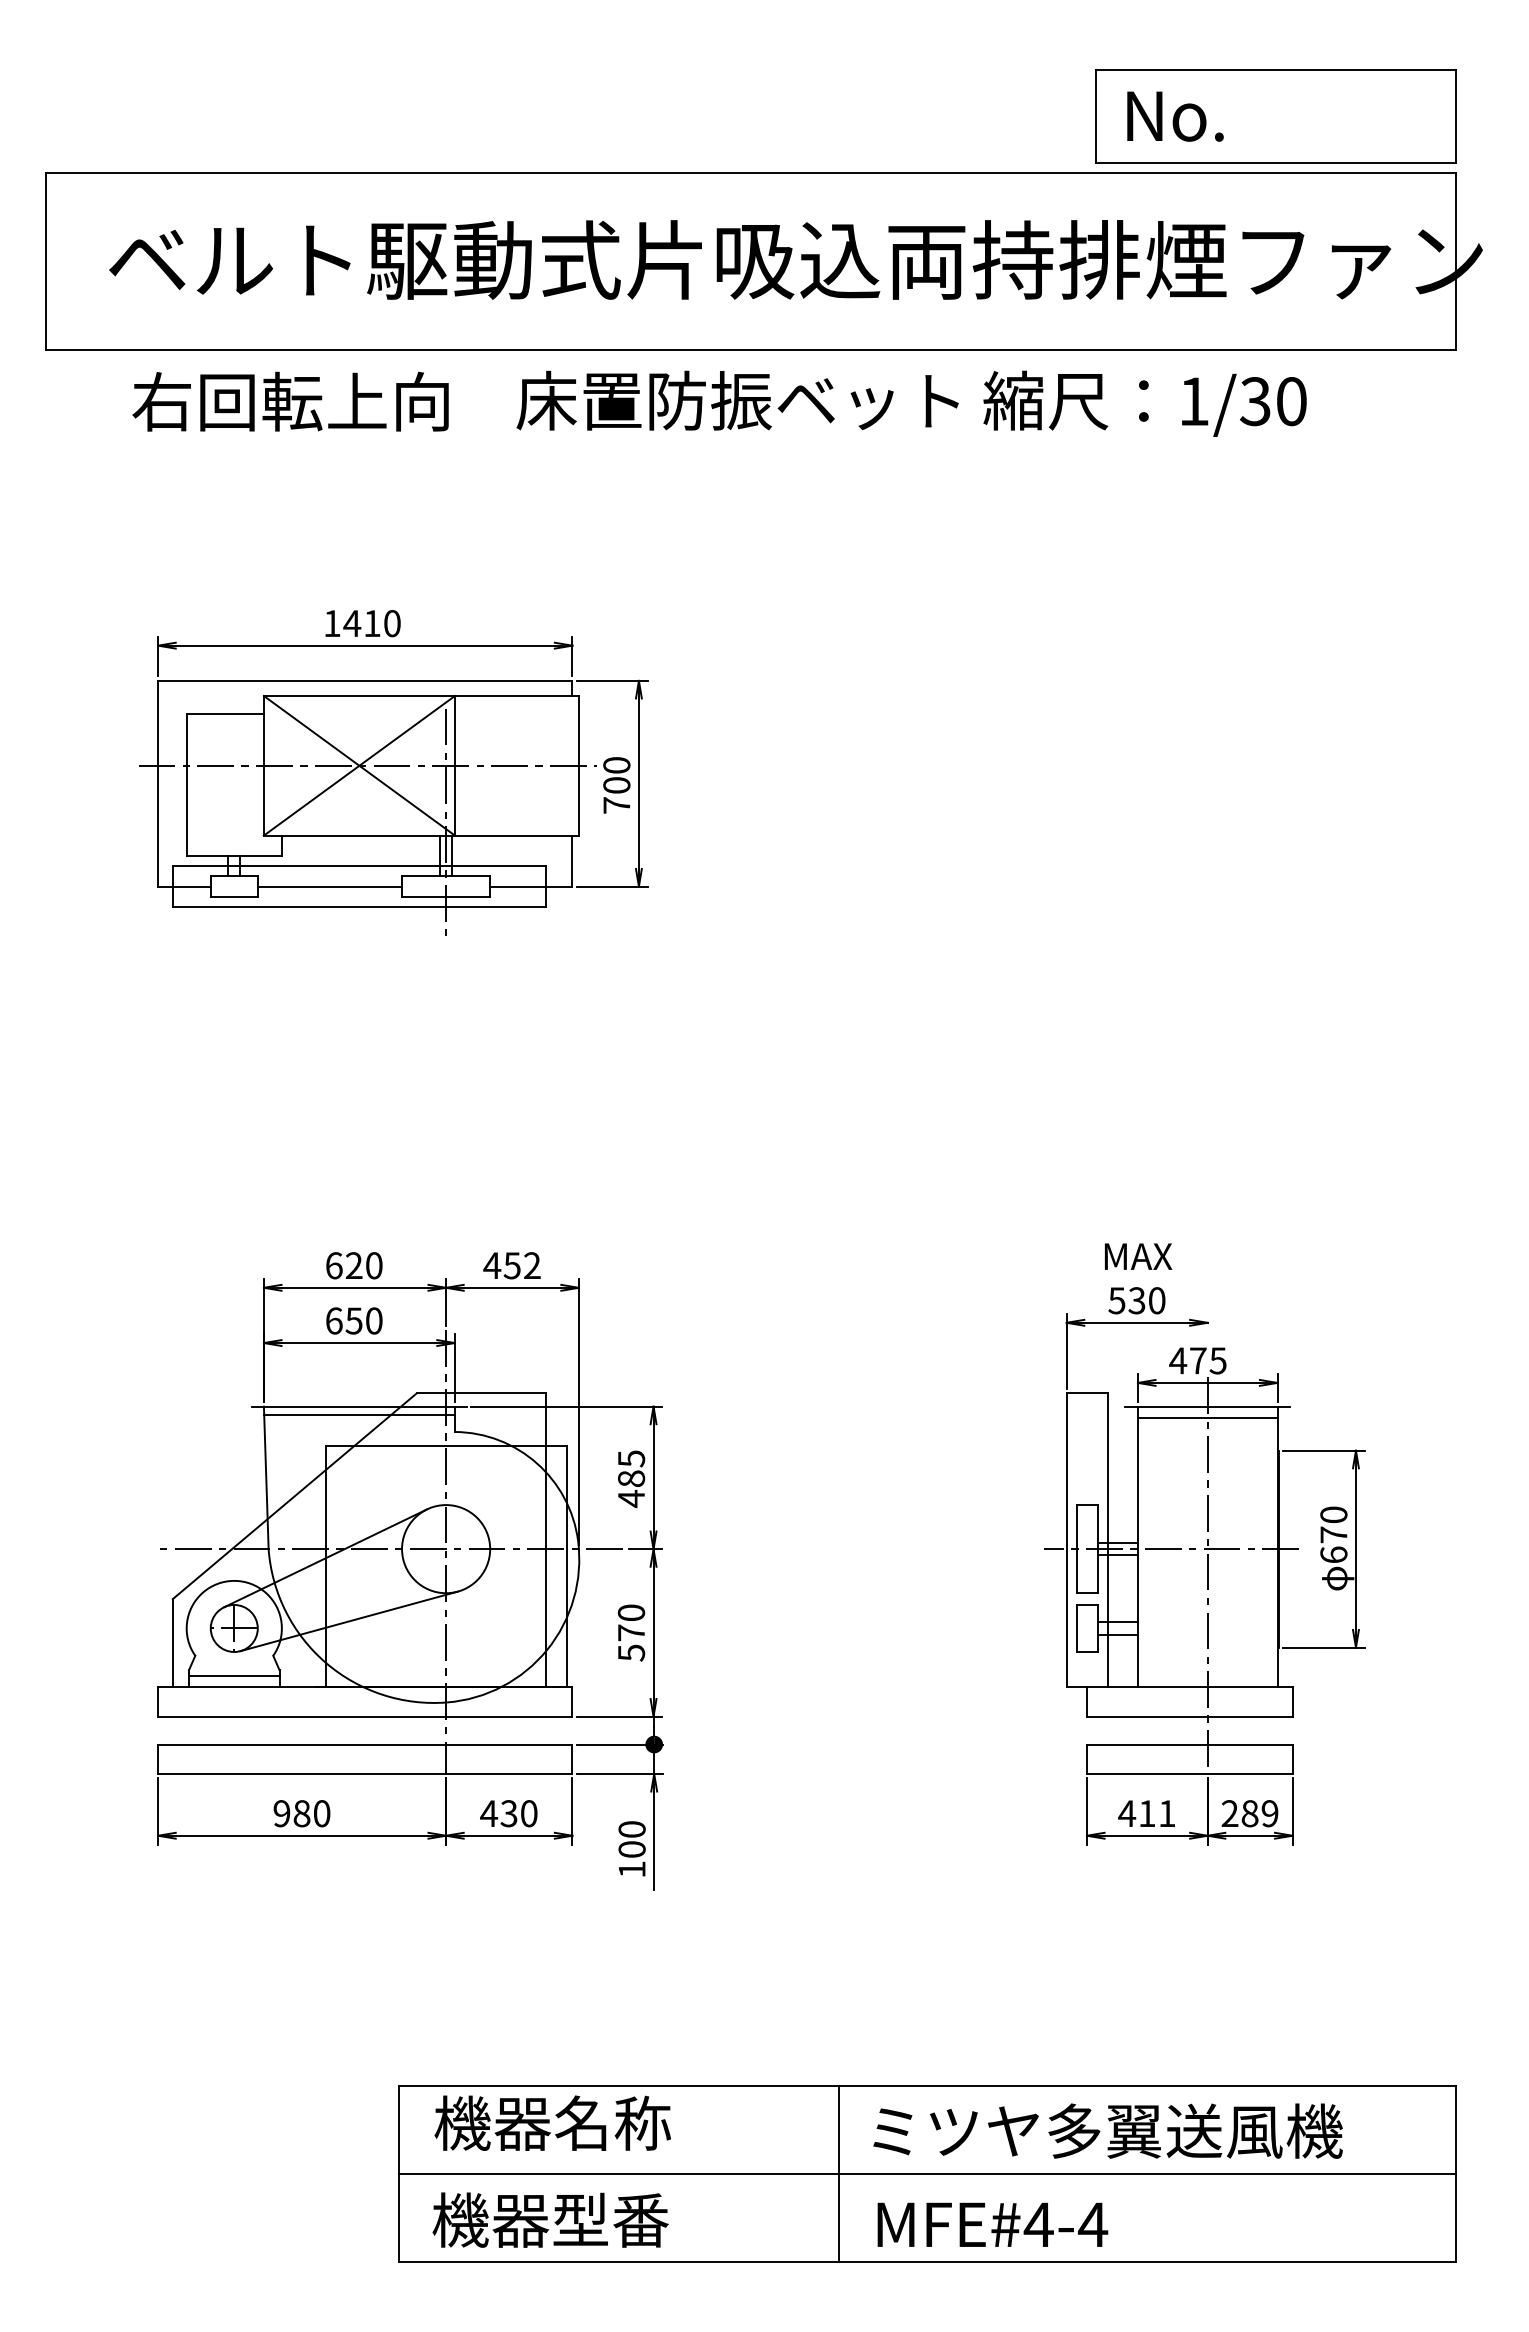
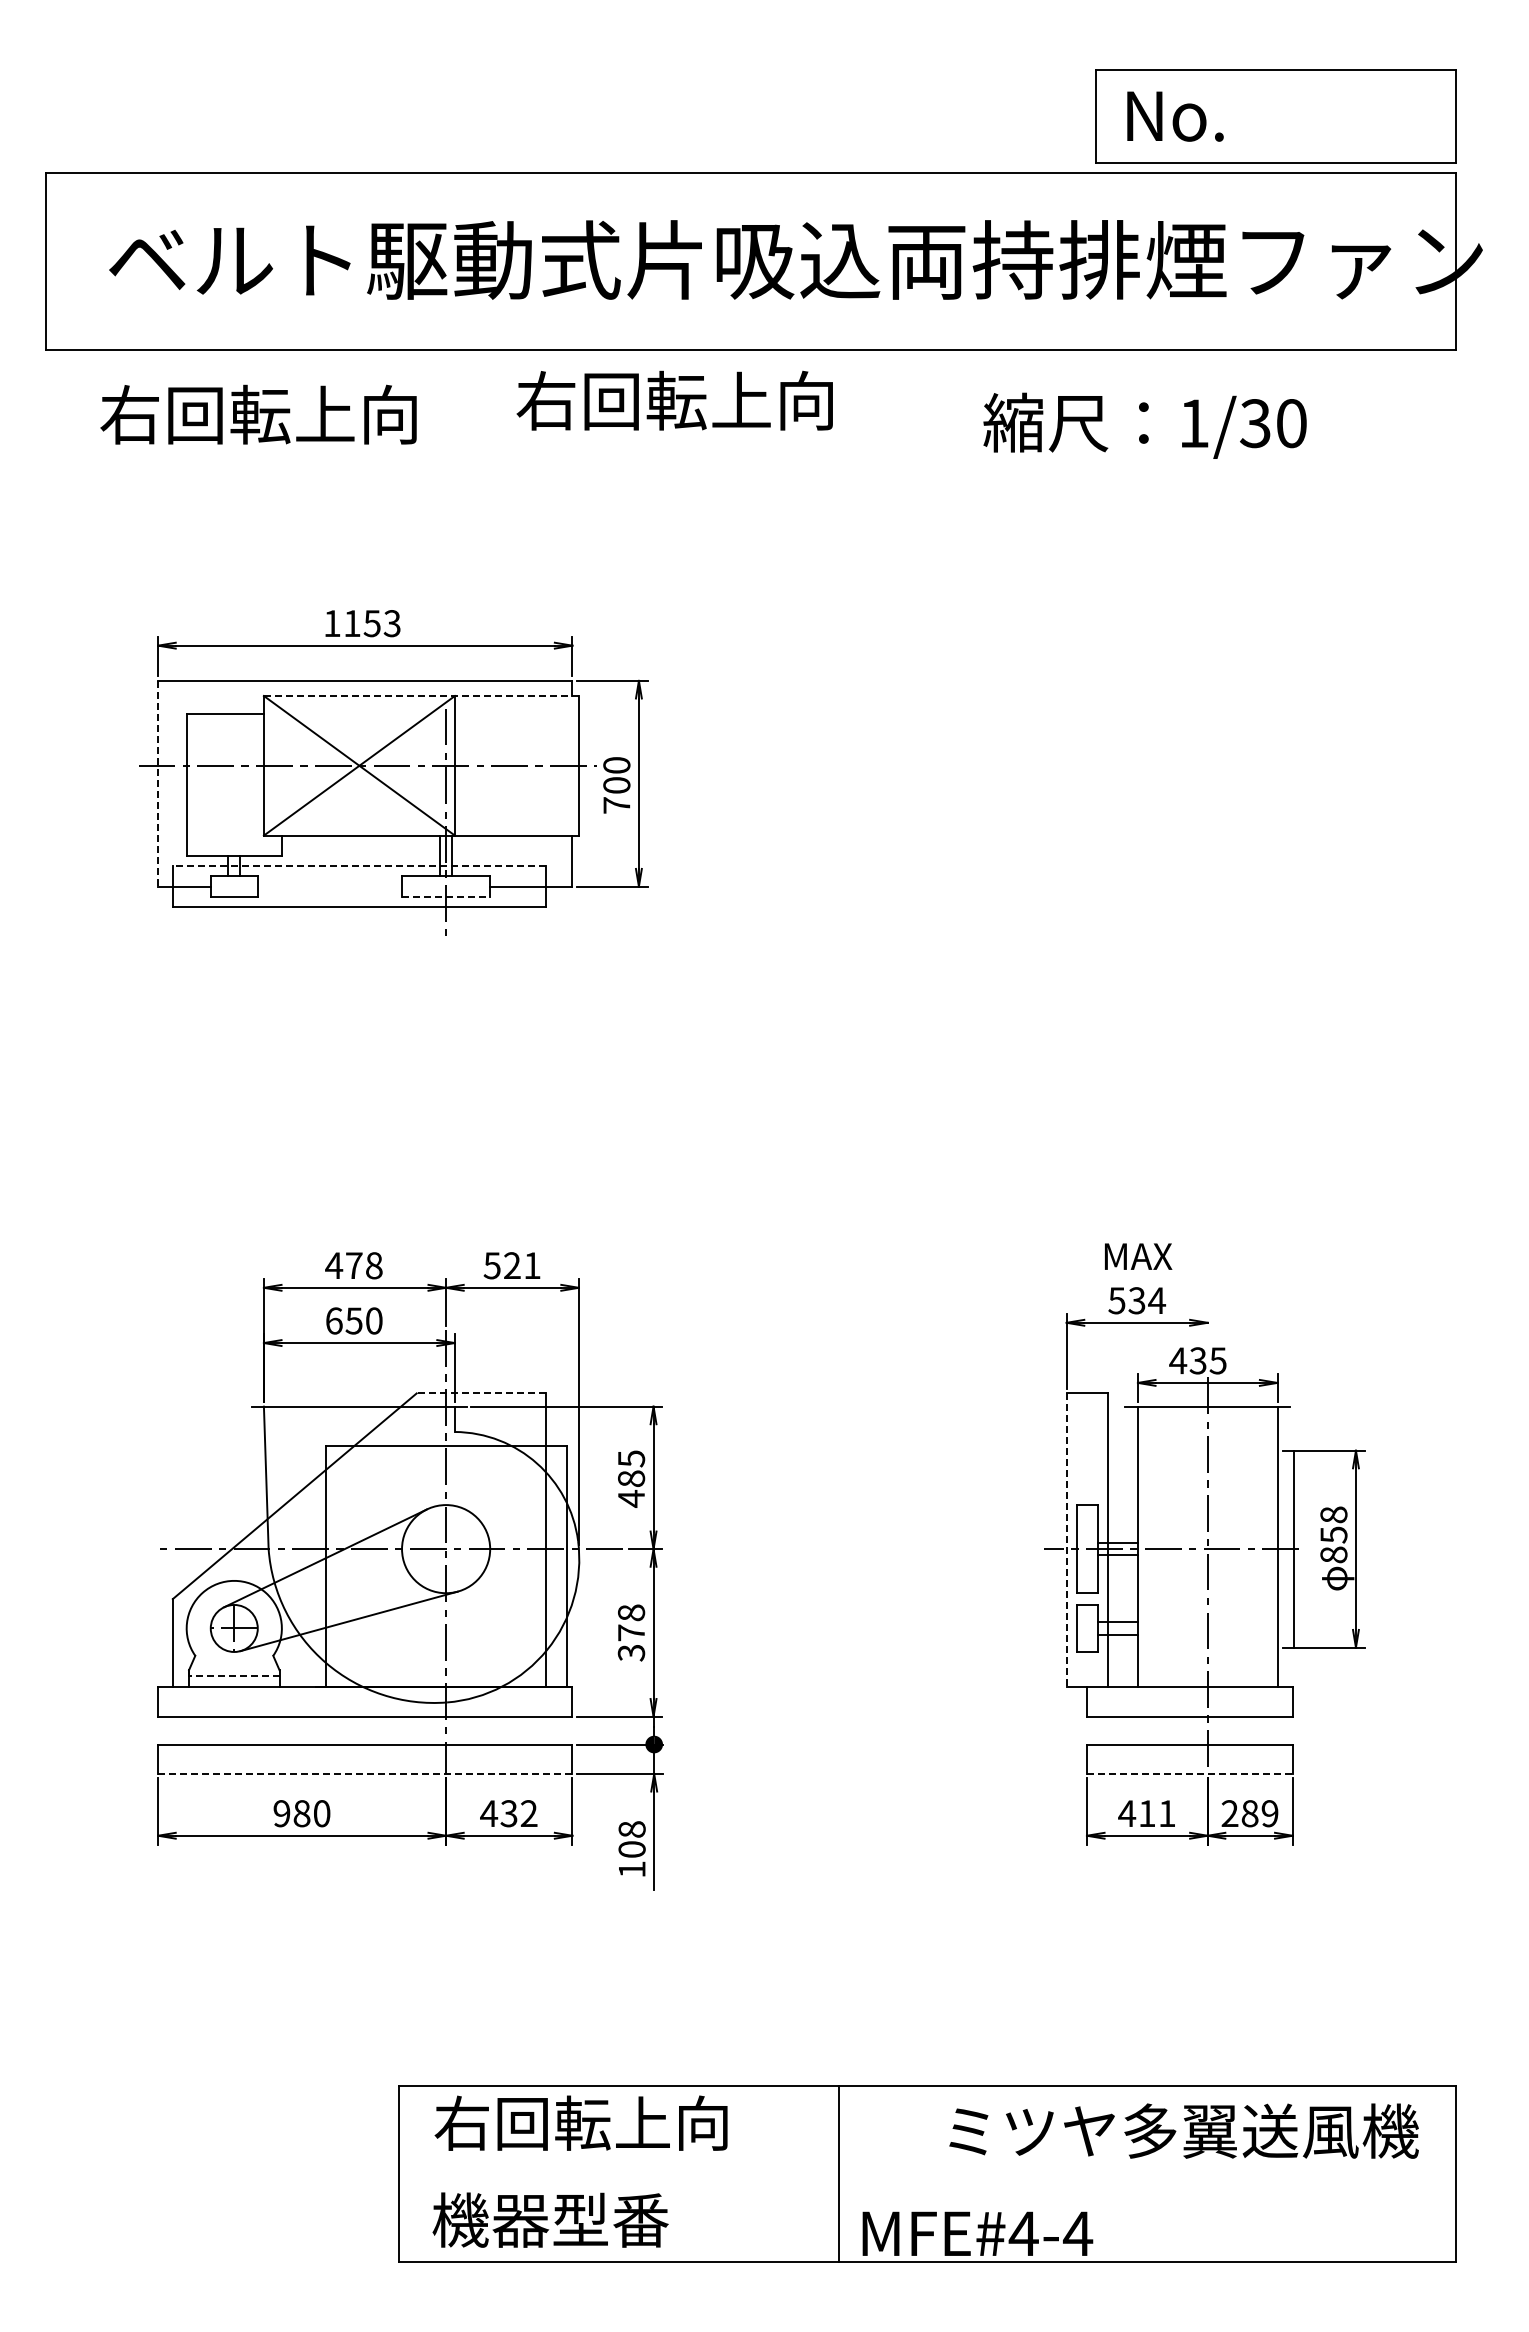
text at (737, 400): 床置防振ベット -> 右回転上向
text at (290, 401) position: (290, 401) -> (258, 414)
text at (1144, 403) position: (1144, 403) -> (1144, 425)
text at (371, 623): 1410 -> 1153
line at (421, 696): solid -> dashed
line at (158, 783): solid -> dashed
line at (359, 865): solid -> dashed
line at (329, 886): present -> none
line at (446, 896): solid -> dashed
text at (353, 1265): 620 -> 478
text at (511, 1265): 452 -> 521
text at (1157, 1300): 530 -> 534
text at (1197, 1360): 475 -> 435
line at (481, 1393): solid -> dashed
line at (359, 1415): present -> none
line at (1207, 1418): present -> none
text at (1333, 1534): 670 -> 858
line at (1066, 1540): solid -> dashed
line at (1278, 1548) position: (1278, 1548) -> (1293, 1548)
text at (630, 1632): 570 -> 378
line at (233, 1675): solid -> dashed
line at (365, 1773): solid -> dashed
line at (1189, 1773): solid -> dashed
text at (528, 1813): 430 -> 432
text at (632, 1829): 100 -> 108
text at (580, 2122): 機器名称 -> 右回転上向
text at (1107, 2130) position: (1107, 2130) -> (1183, 2130)
line at (927, 2173): present -> none
text at (992, 2224) position: (992, 2224) -> (977, 2233)
